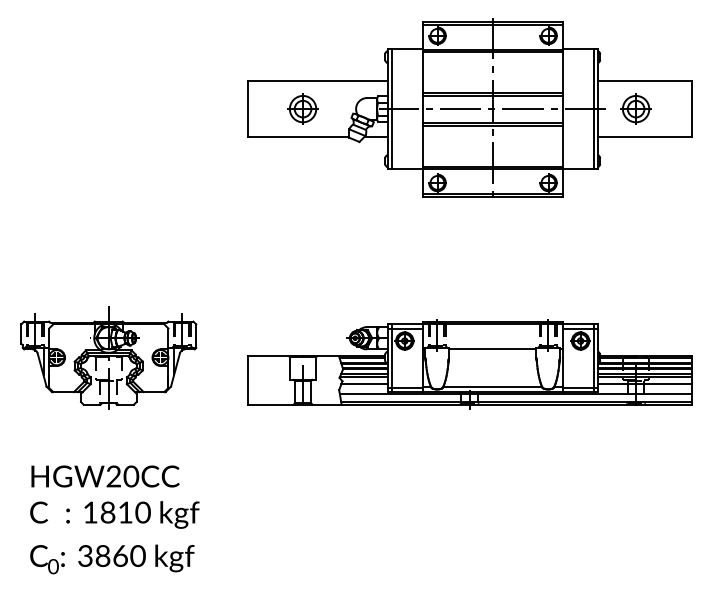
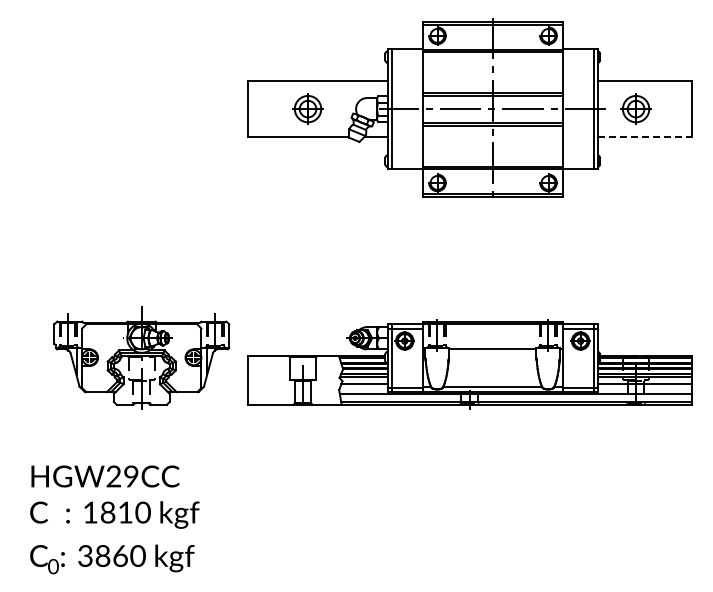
part at (302, 108) position: (302, 108) -> (307, 108)
line at (644, 136): solid -> dashed
part at (108, 357) position: (108, 357) -> (141, 357)
text at (131, 476): HGW20CC -> HGW29CC
